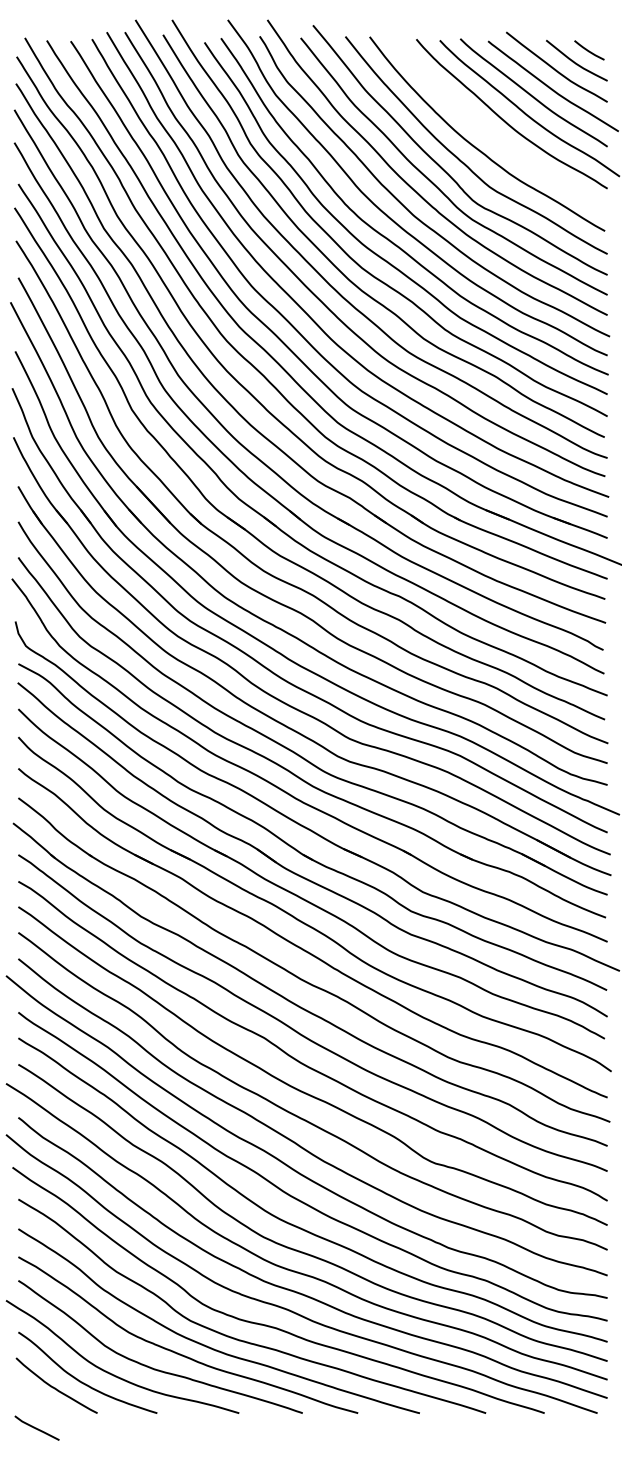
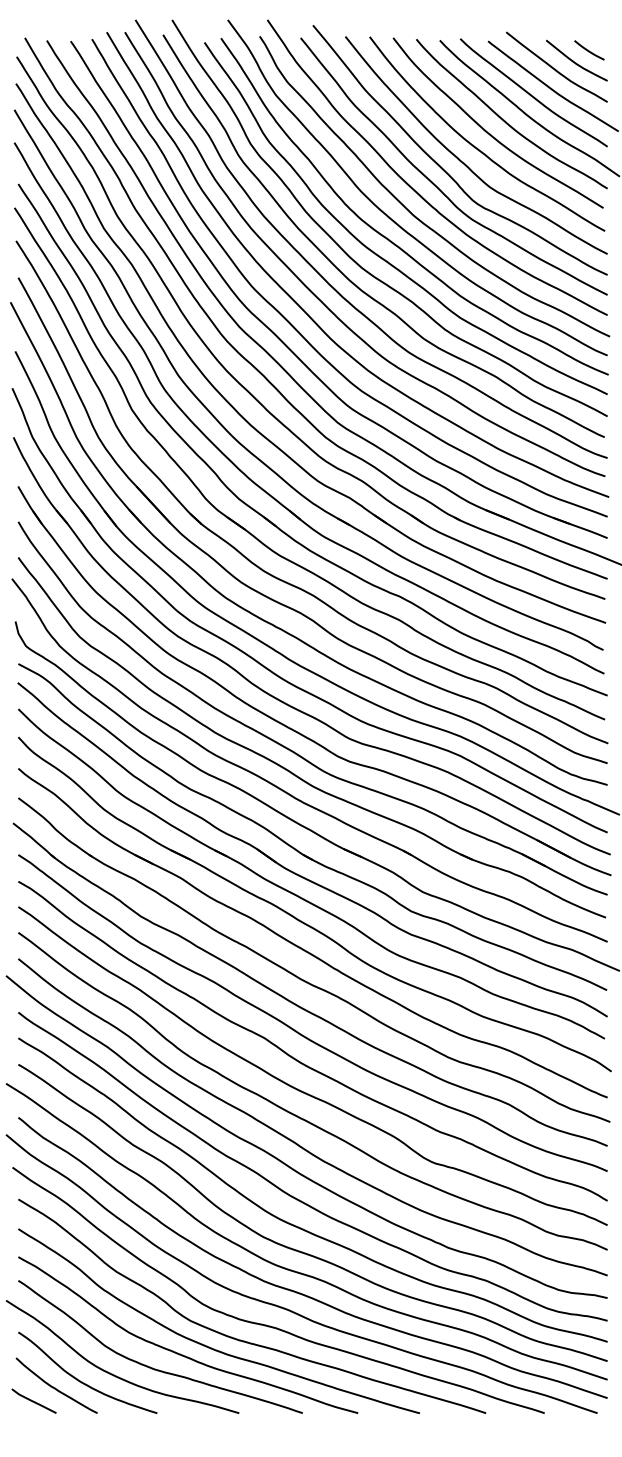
curve at (490, 133): none -> present
curve at (36, 1427) position: (36, 1427) -> (33, 1400)
